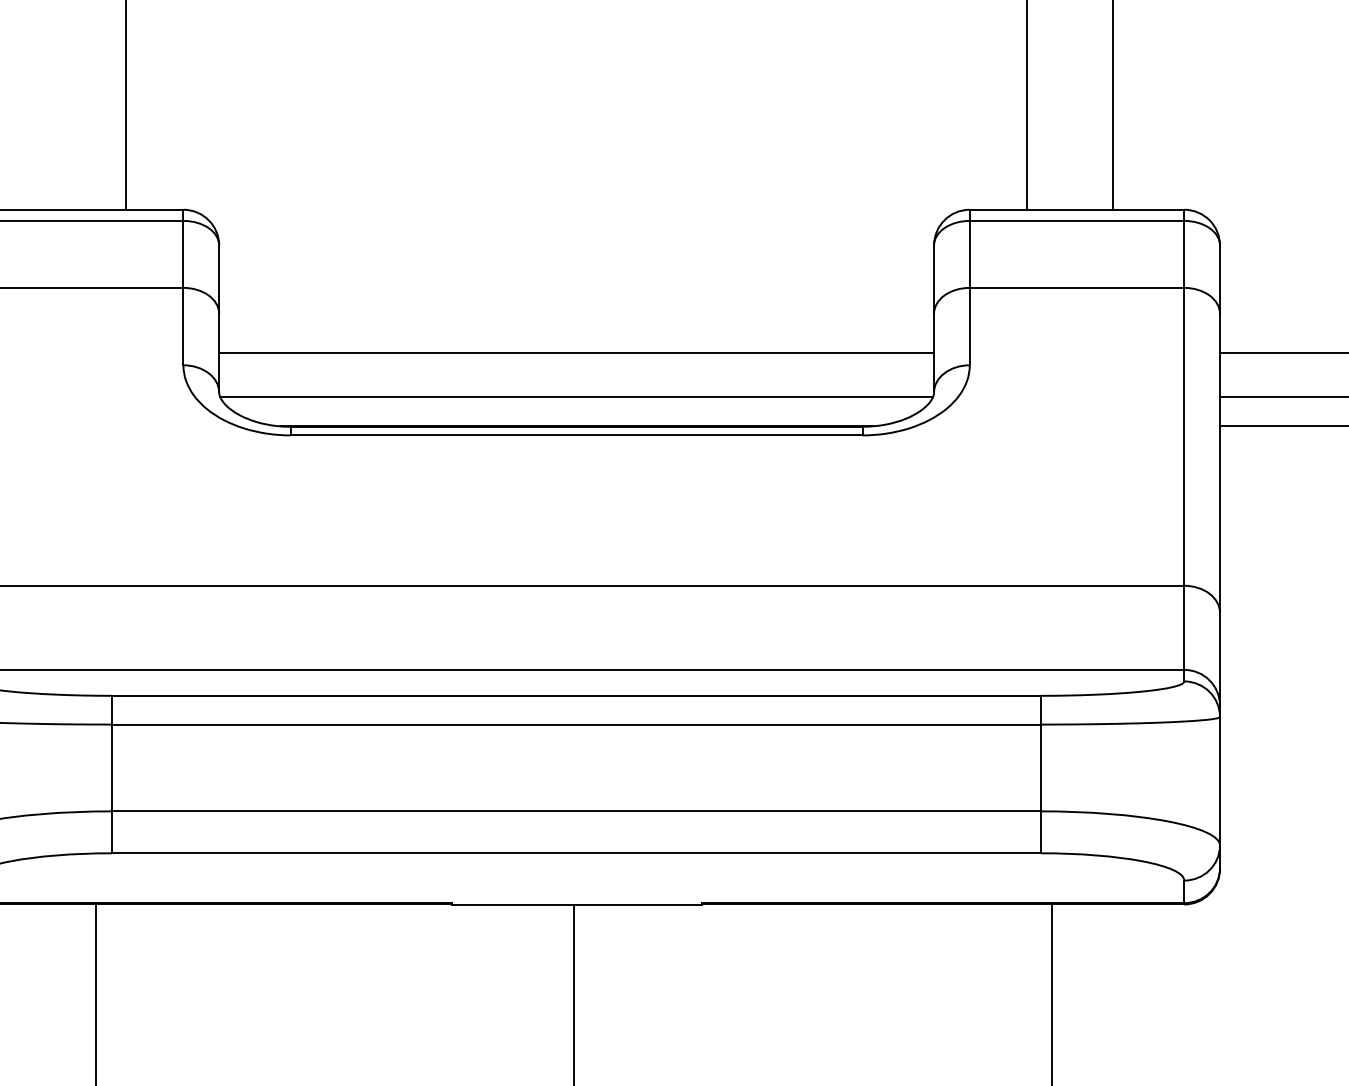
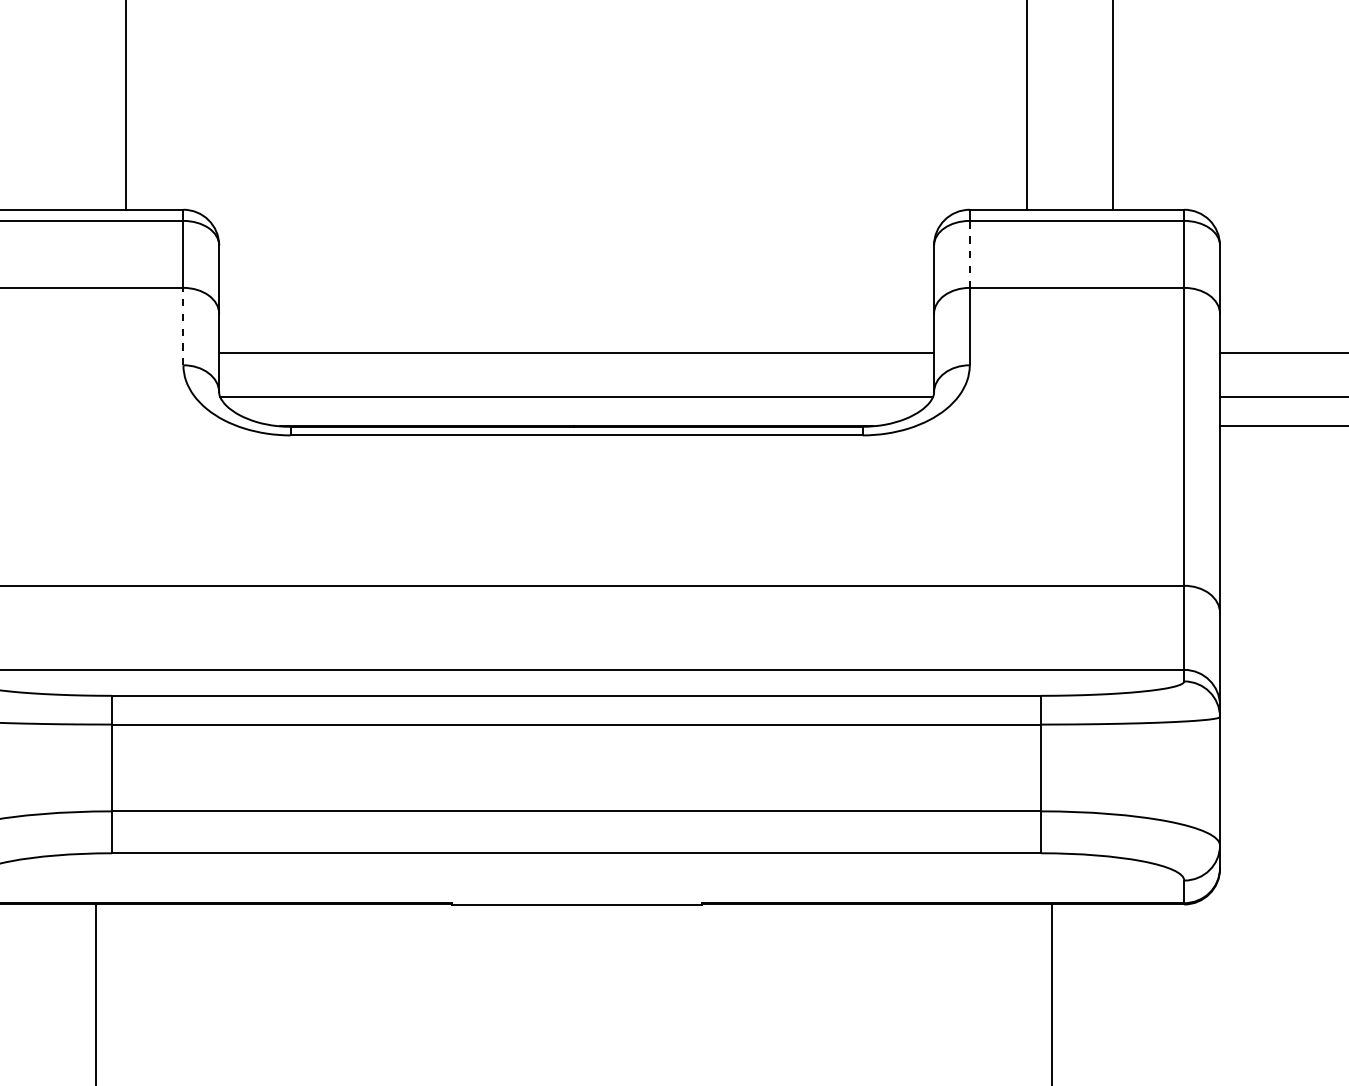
line at (969, 253): solid -> dashed
line at (183, 326): solid -> dashed
line at (574, 993): present -> none
